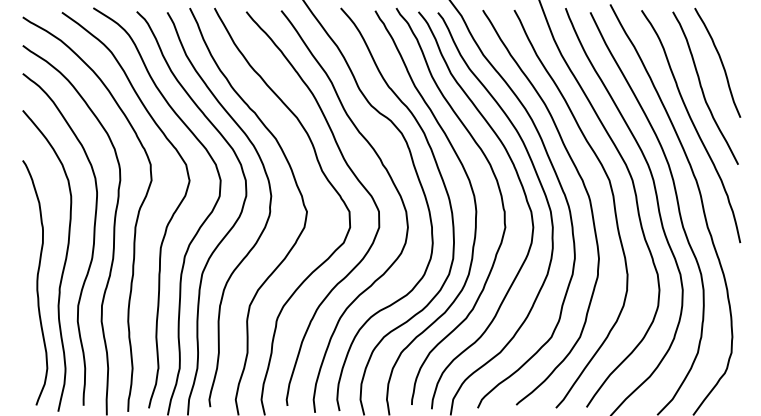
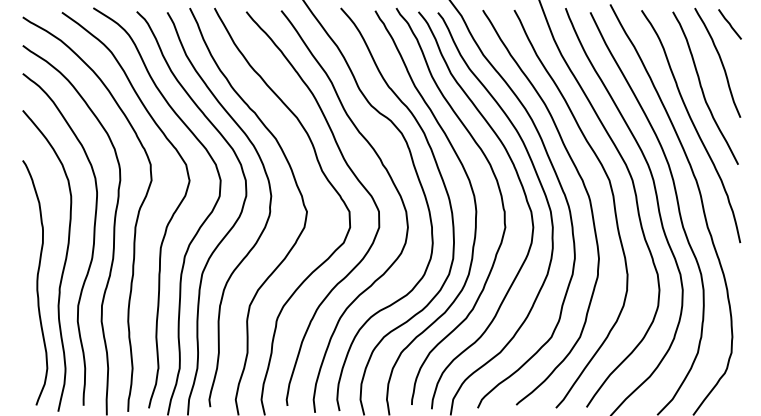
line at (729, 24): none -> present
